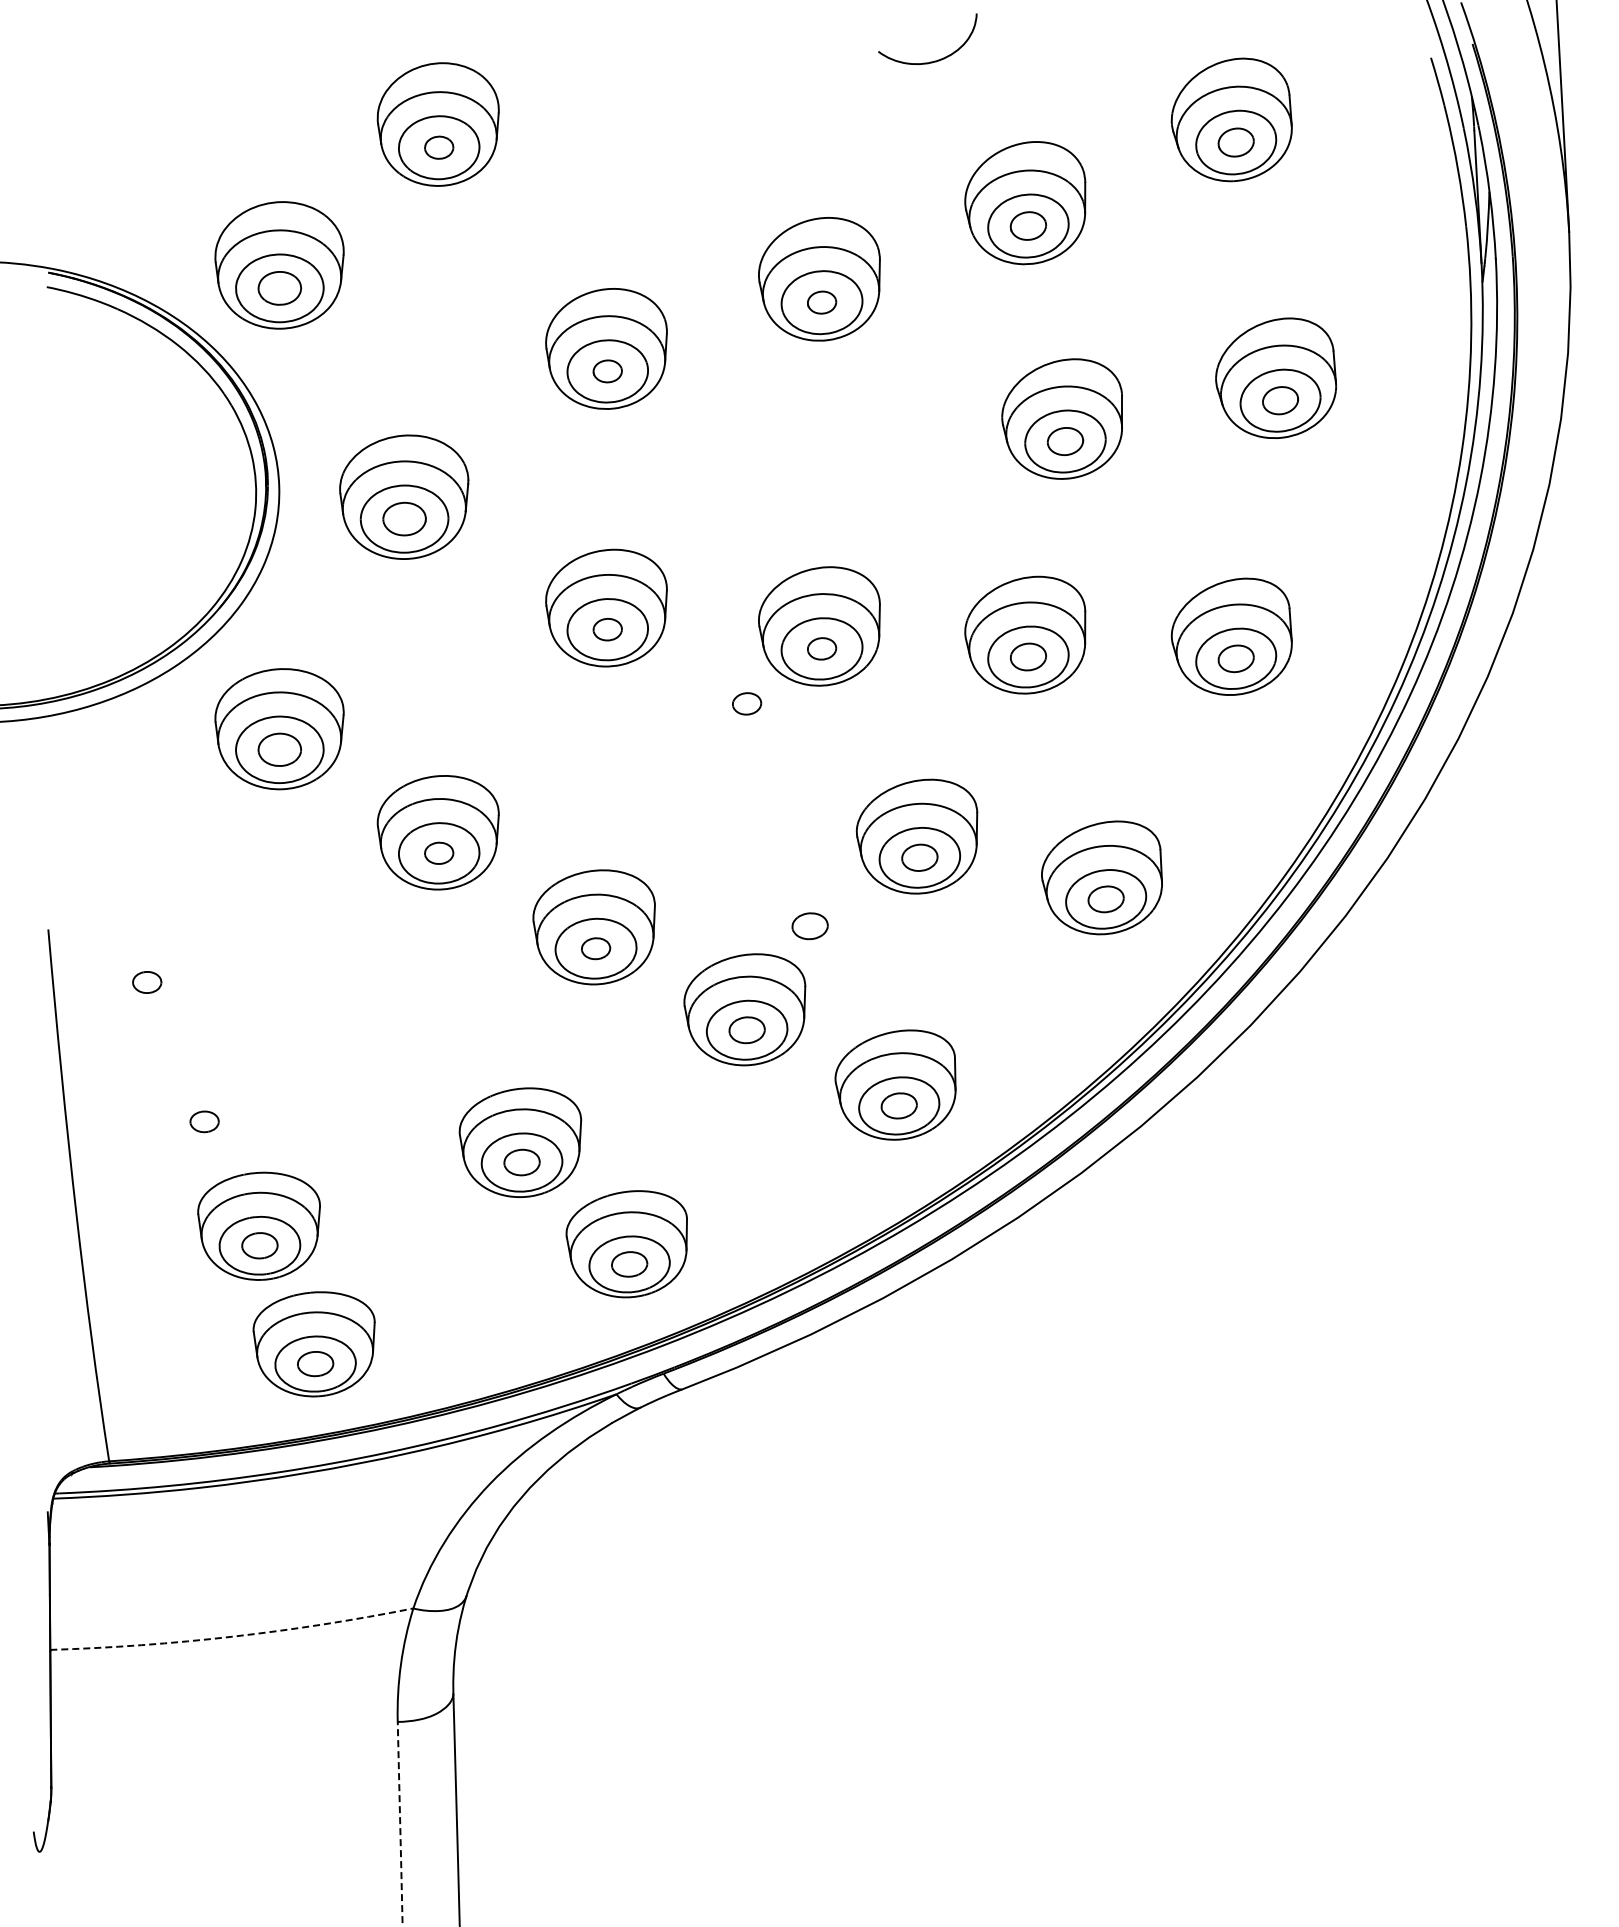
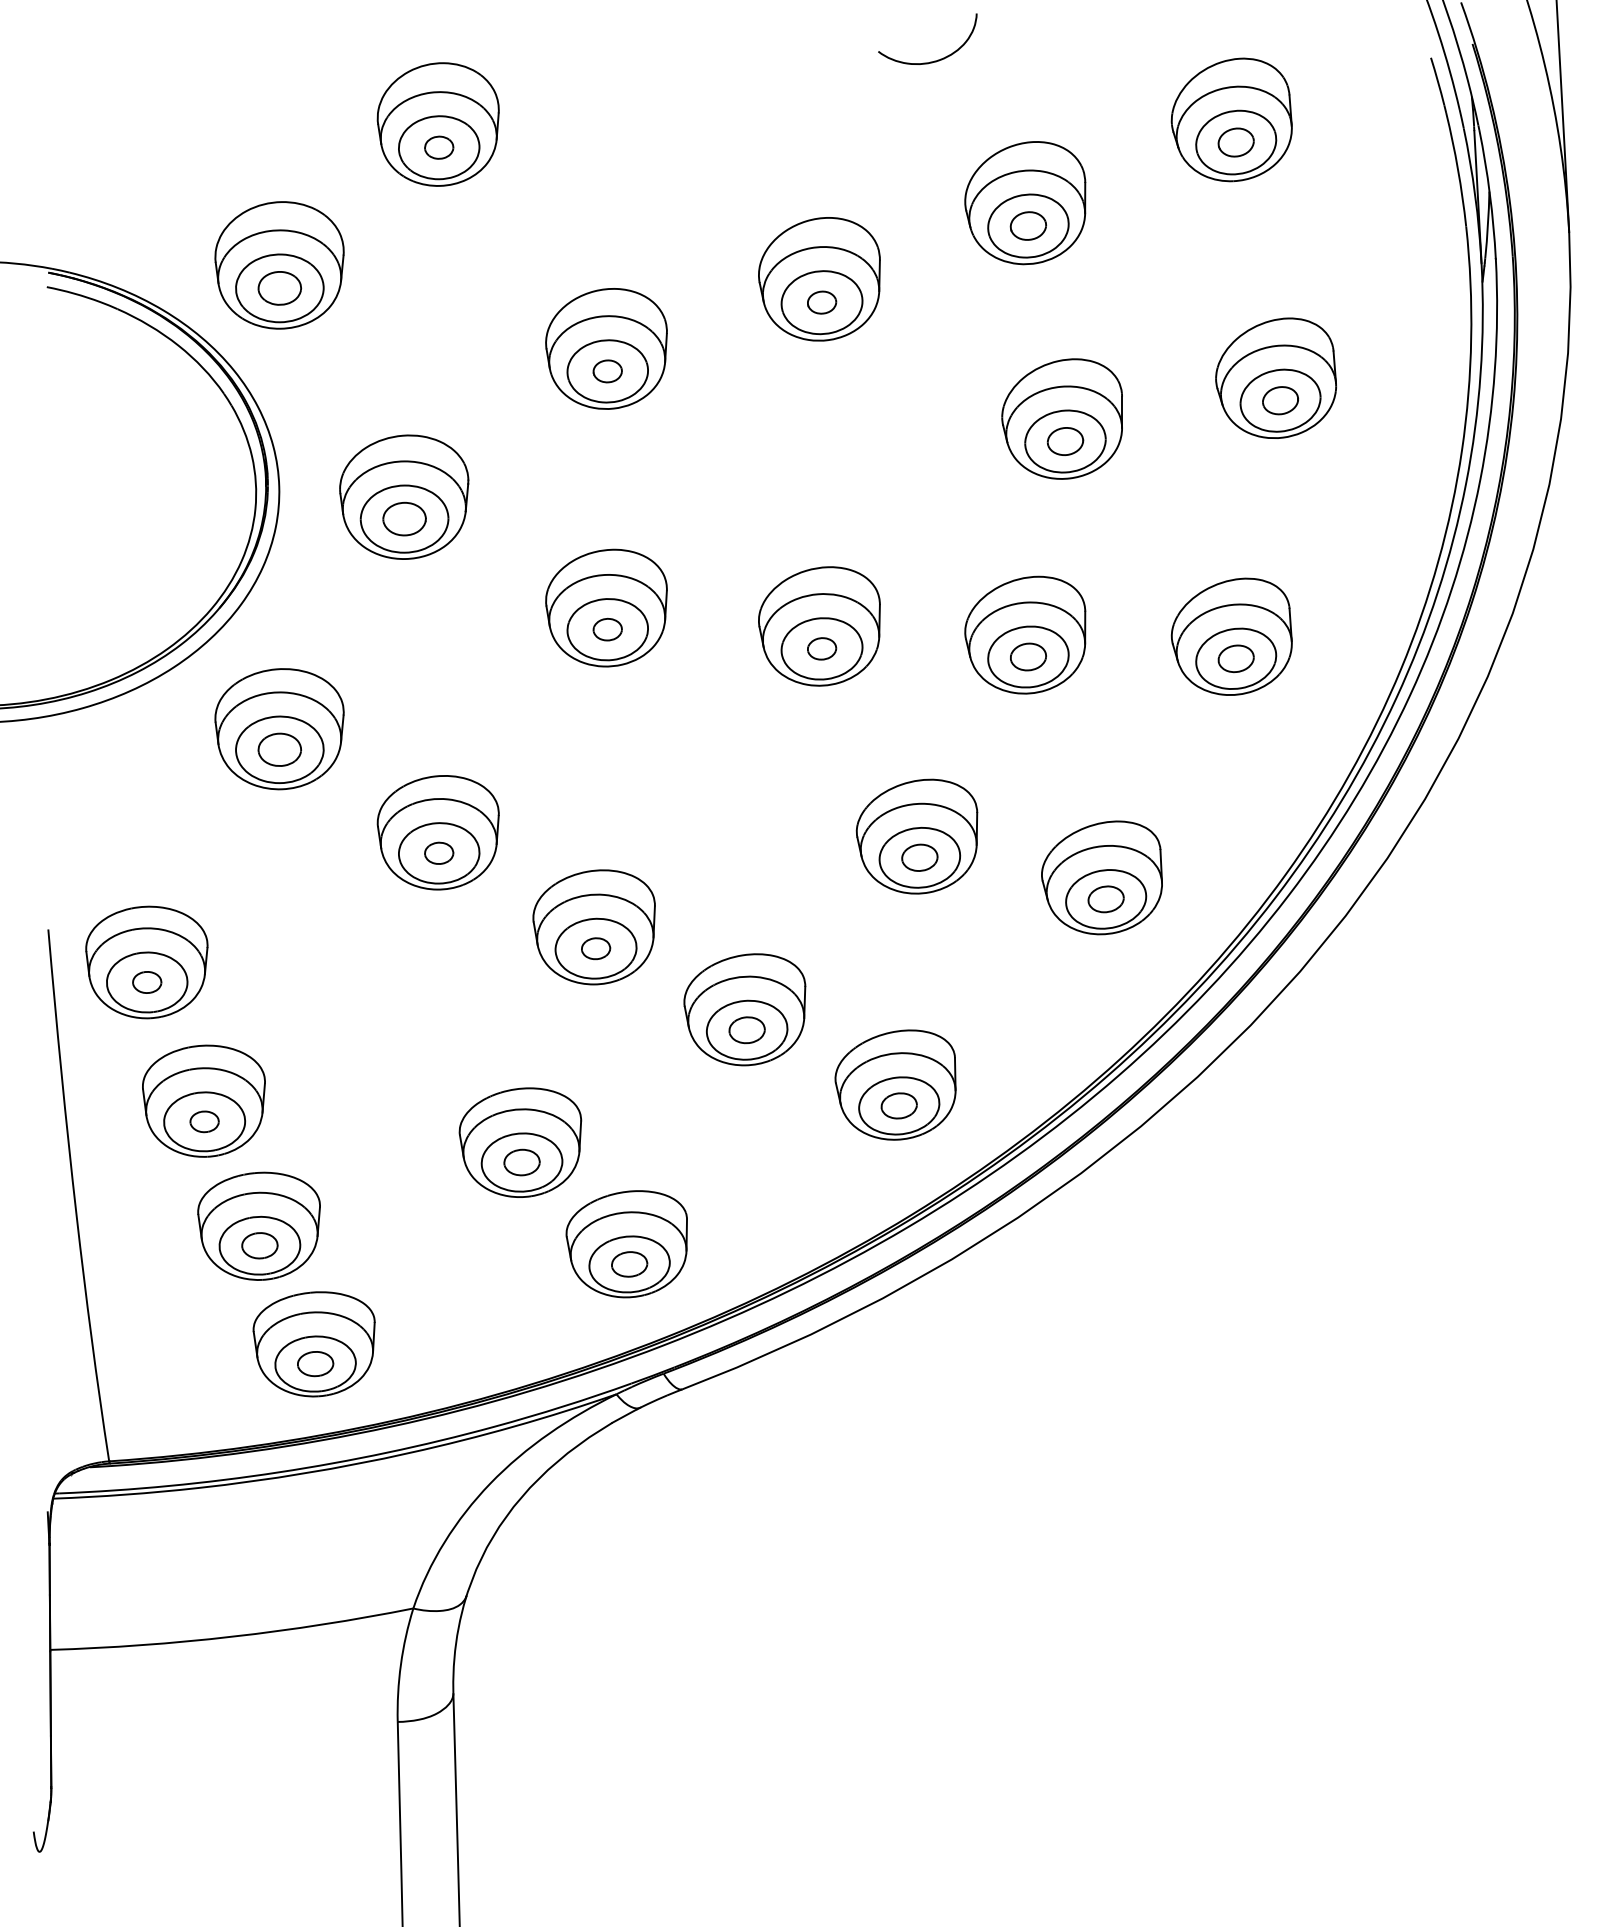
part at (747, 703): present -> none
part at (809, 926): present -> none
part at (146, 962): none -> present
part at (203, 1100): none -> present
arc at (232, 1636): dashed -> solid
arc at (400, 1823): dashed -> solid
